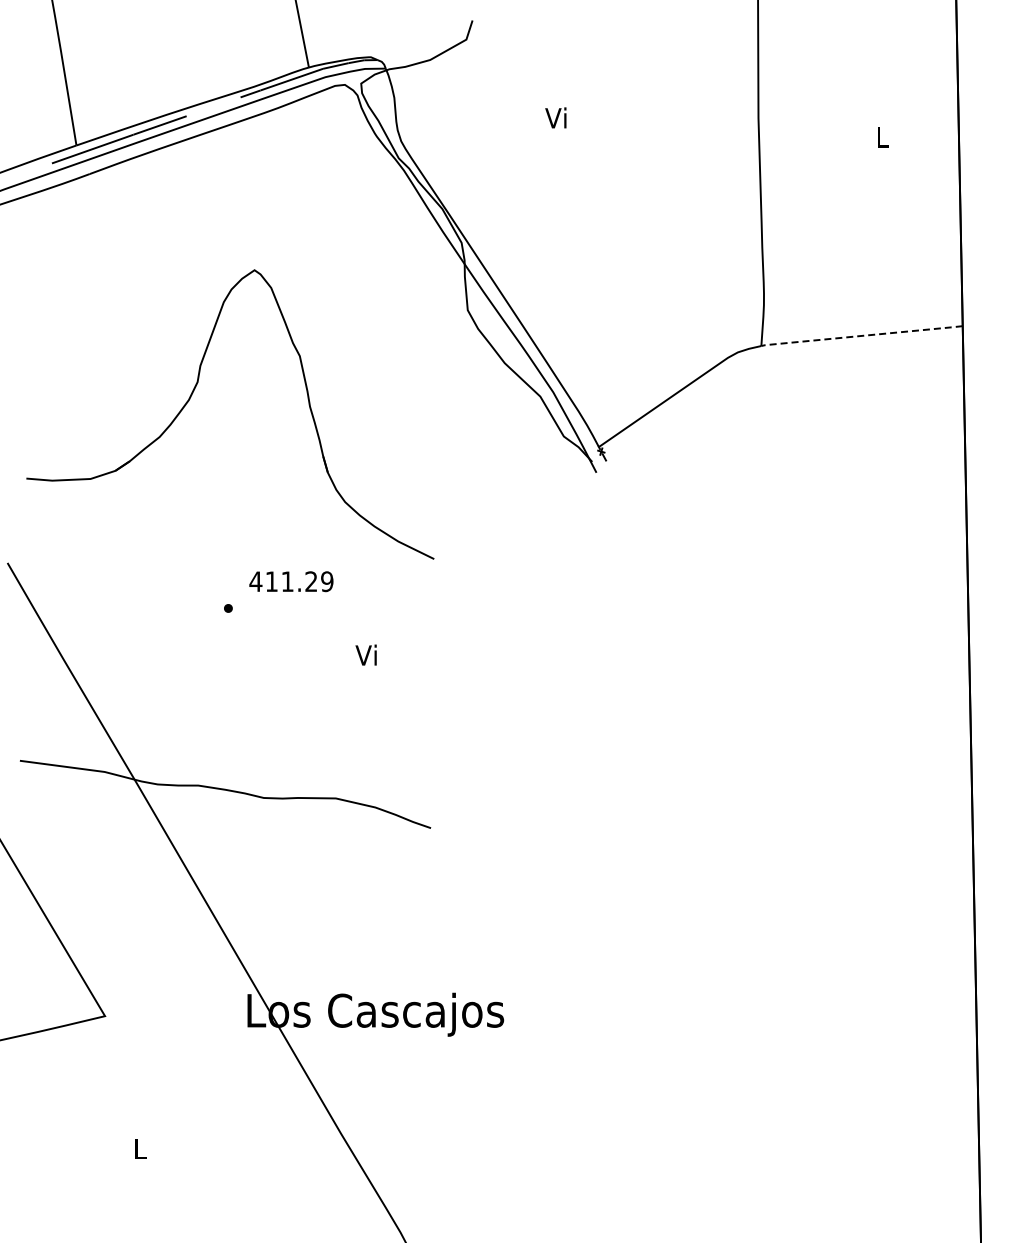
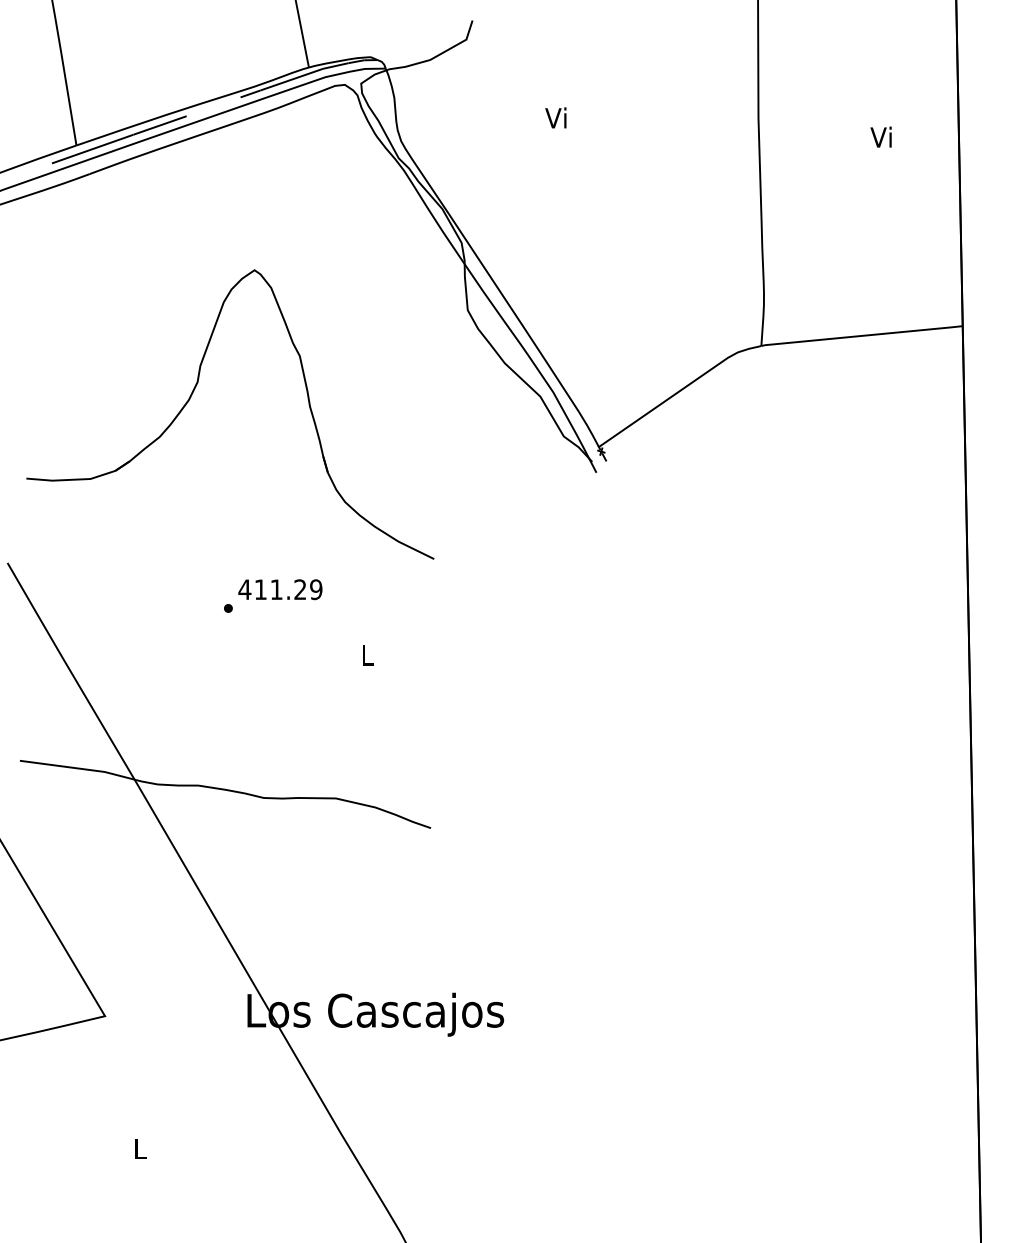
text at (880, 136): L -> Vi
line at (862, 335): dashed -> solid
text at (291, 581) position: (291, 581) -> (280, 589)
text at (365, 654): Vi -> L
